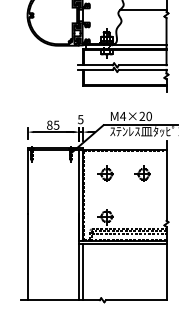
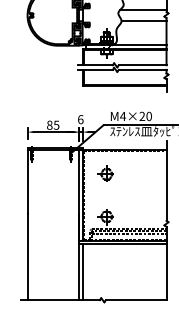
line at (143, 21): none -> present
text at (80, 119): 5 -> 6
part at (142, 173): present -> none
